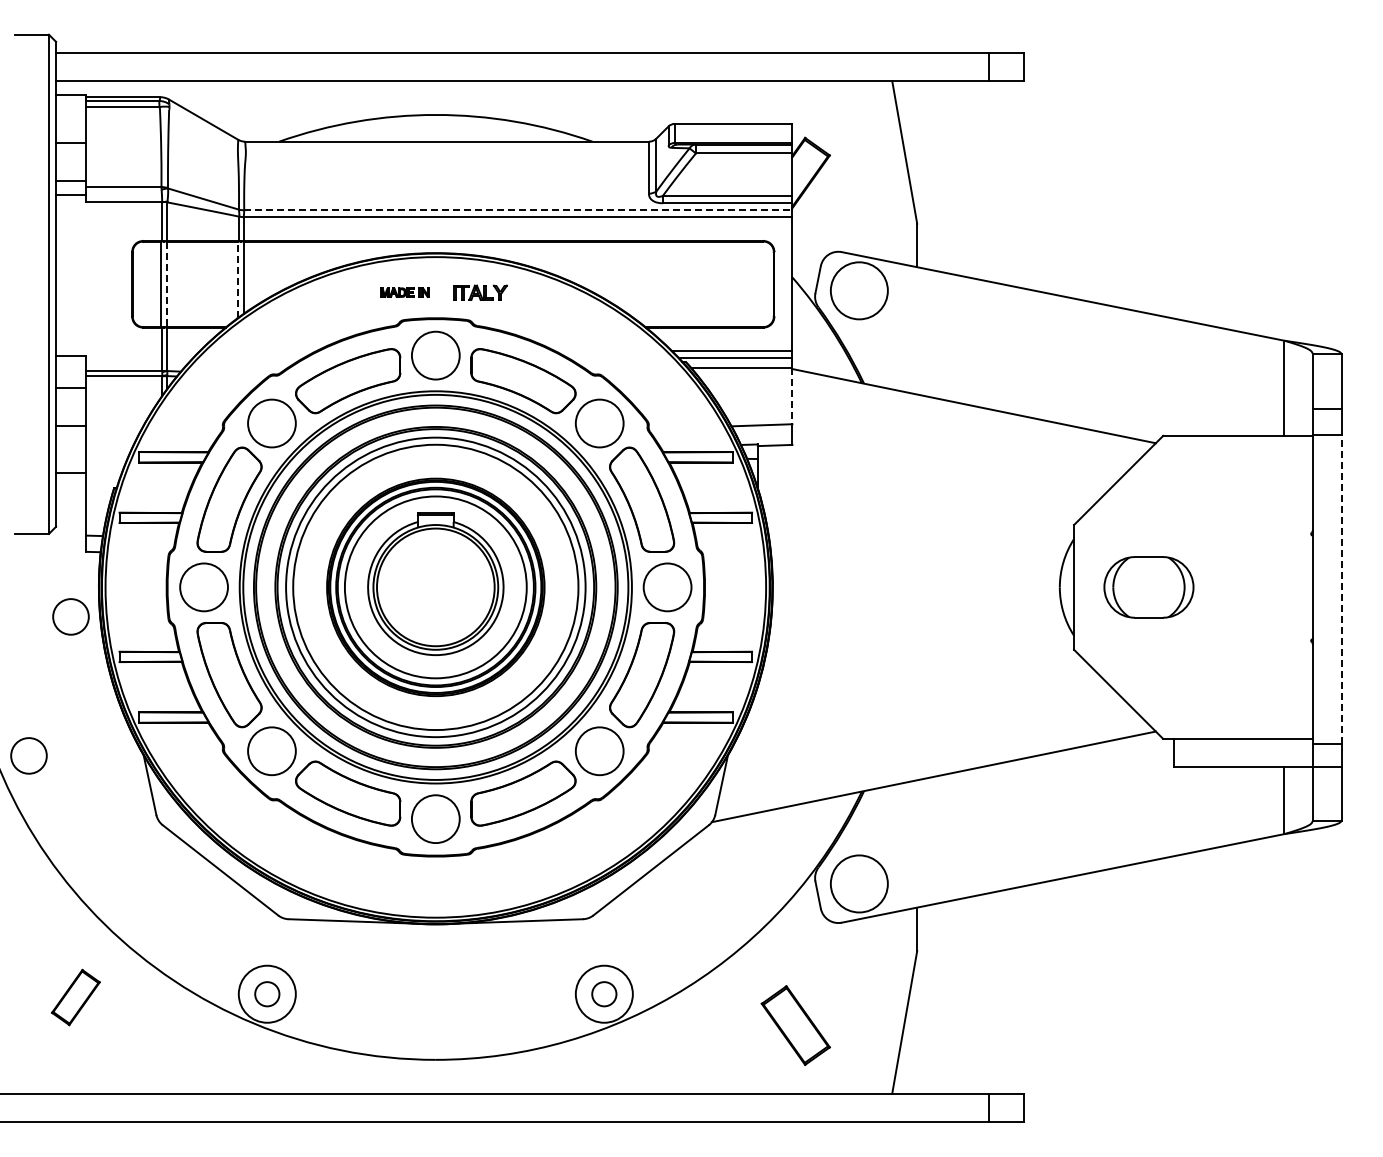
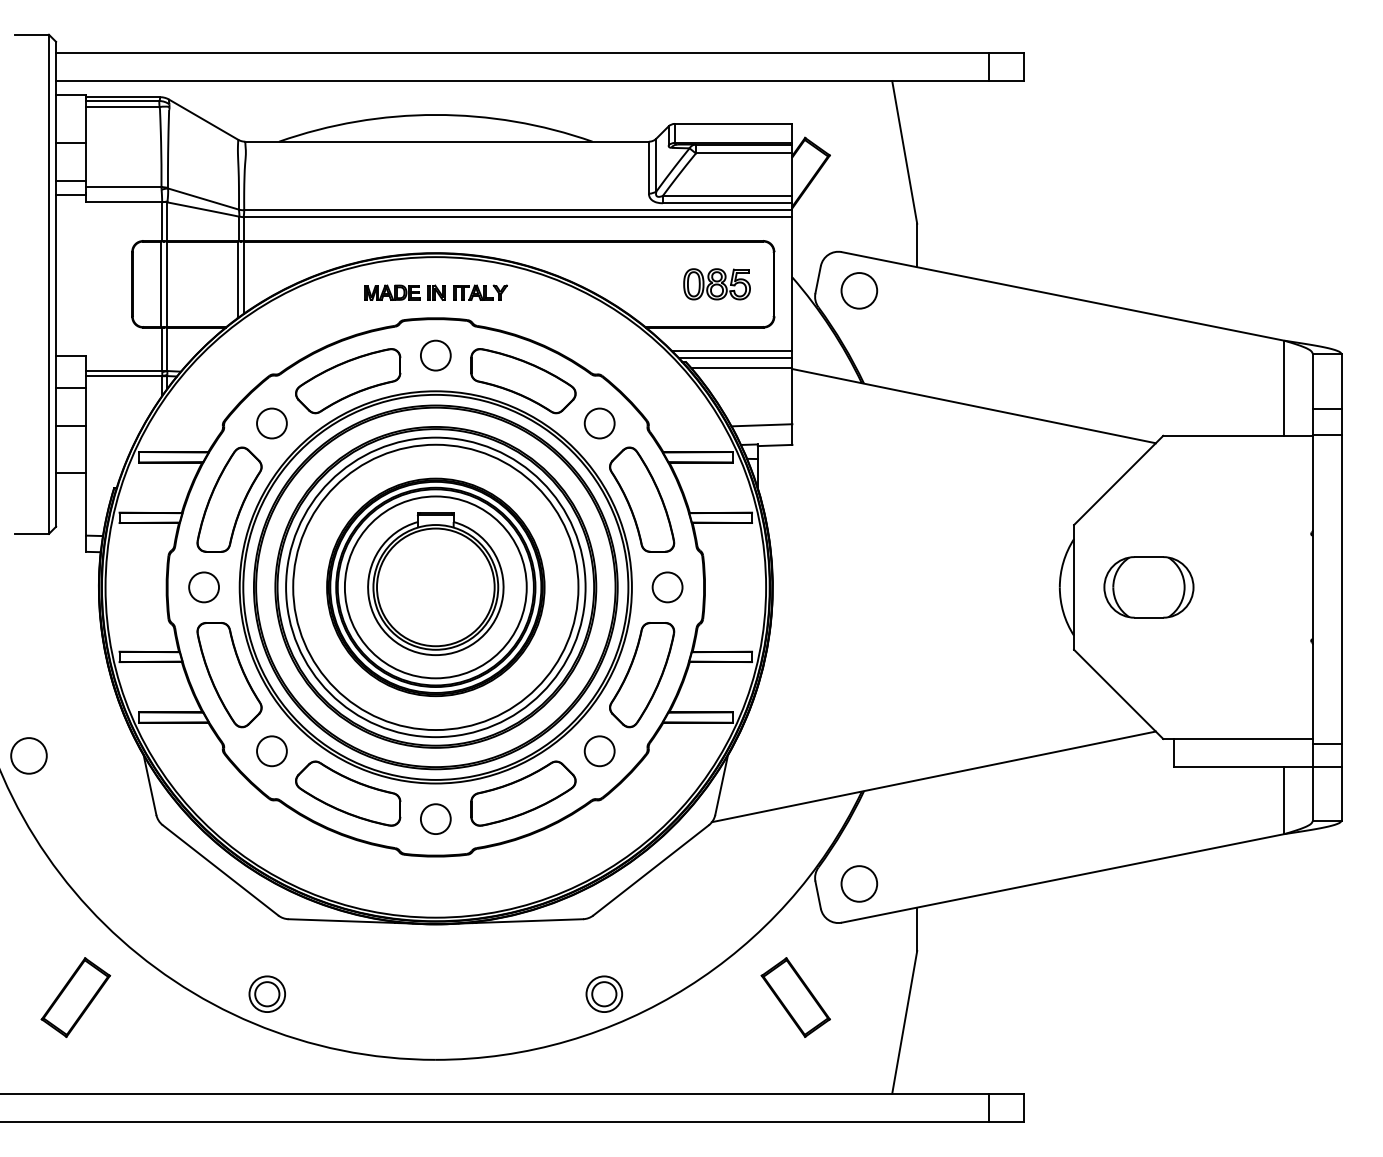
line at (518, 210): dashed -> solid
line at (237, 279): dashed -> solid
line at (166, 284): dashed -> solid
part at (716, 284): none -> present
circle at (858, 290) diameter: 57 px -> 36 px
part at (404, 292) size: 50x11 px -> 82x17 px
circle at (435, 355) diameter: 48 px -> 30 px
line at (792, 396): dashed -> solid
circle at (271, 423) diameter: 48 px -> 30 px
circle at (599, 423) diameter: 48 px -> 30 px
circle at (203, 587) diameter: 48 px -> 30 px
circle at (667, 587) diameter: 48 px -> 30 px
line at (1341, 589): dashed -> solid
circle at (70, 616): present -> none
circle at (271, 751) diameter: 48 px -> 30 px
circle at (599, 751) diameter: 48 px -> 30 px
circle at (435, 819) diameter: 48 px -> 30 px
circle at (858, 883) diameter: 57 px -> 36 px
circle at (266, 993) diameter: 57 px -> 36 px
circle at (603, 993) diameter: 57 px -> 36 px
part at (75, 997) size: 50x59 px -> 72x81 px
part at (795, 1025) position: (795, 1025) -> (795, 997)
